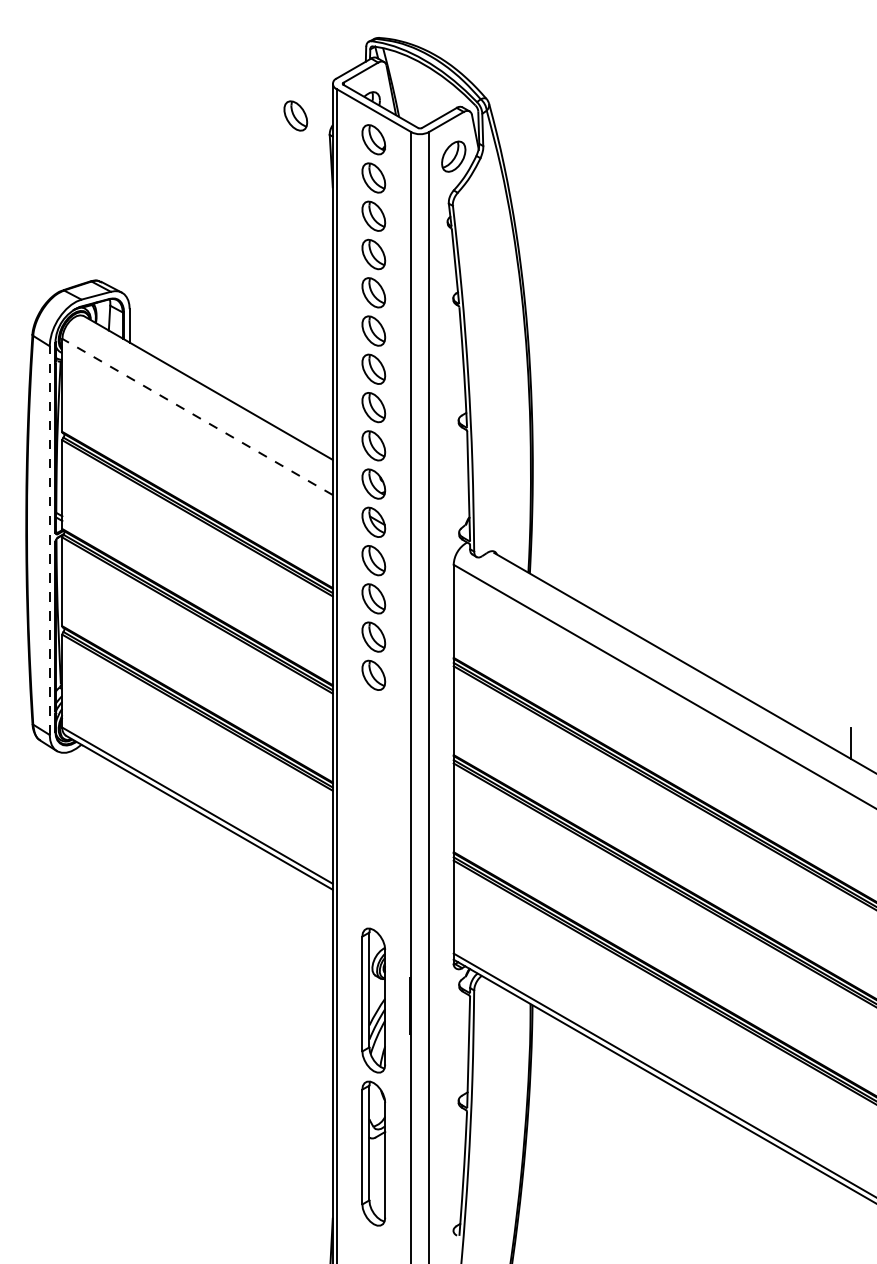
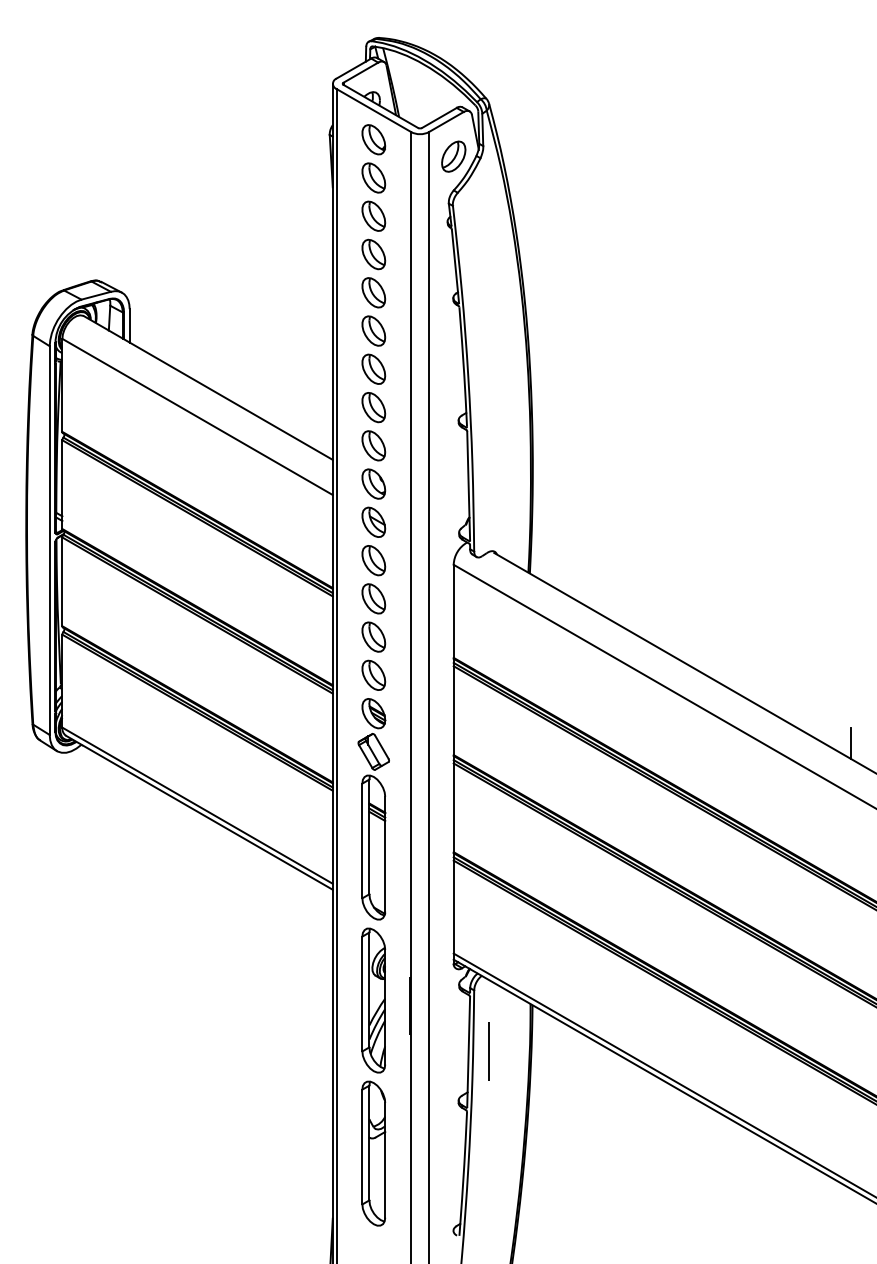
part at (295, 115): present -> none
line at (197, 416): dashed -> solid
line at (49, 540): dashed -> solid
part at (373, 809): none -> present
line at (488, 1051): none -> present
